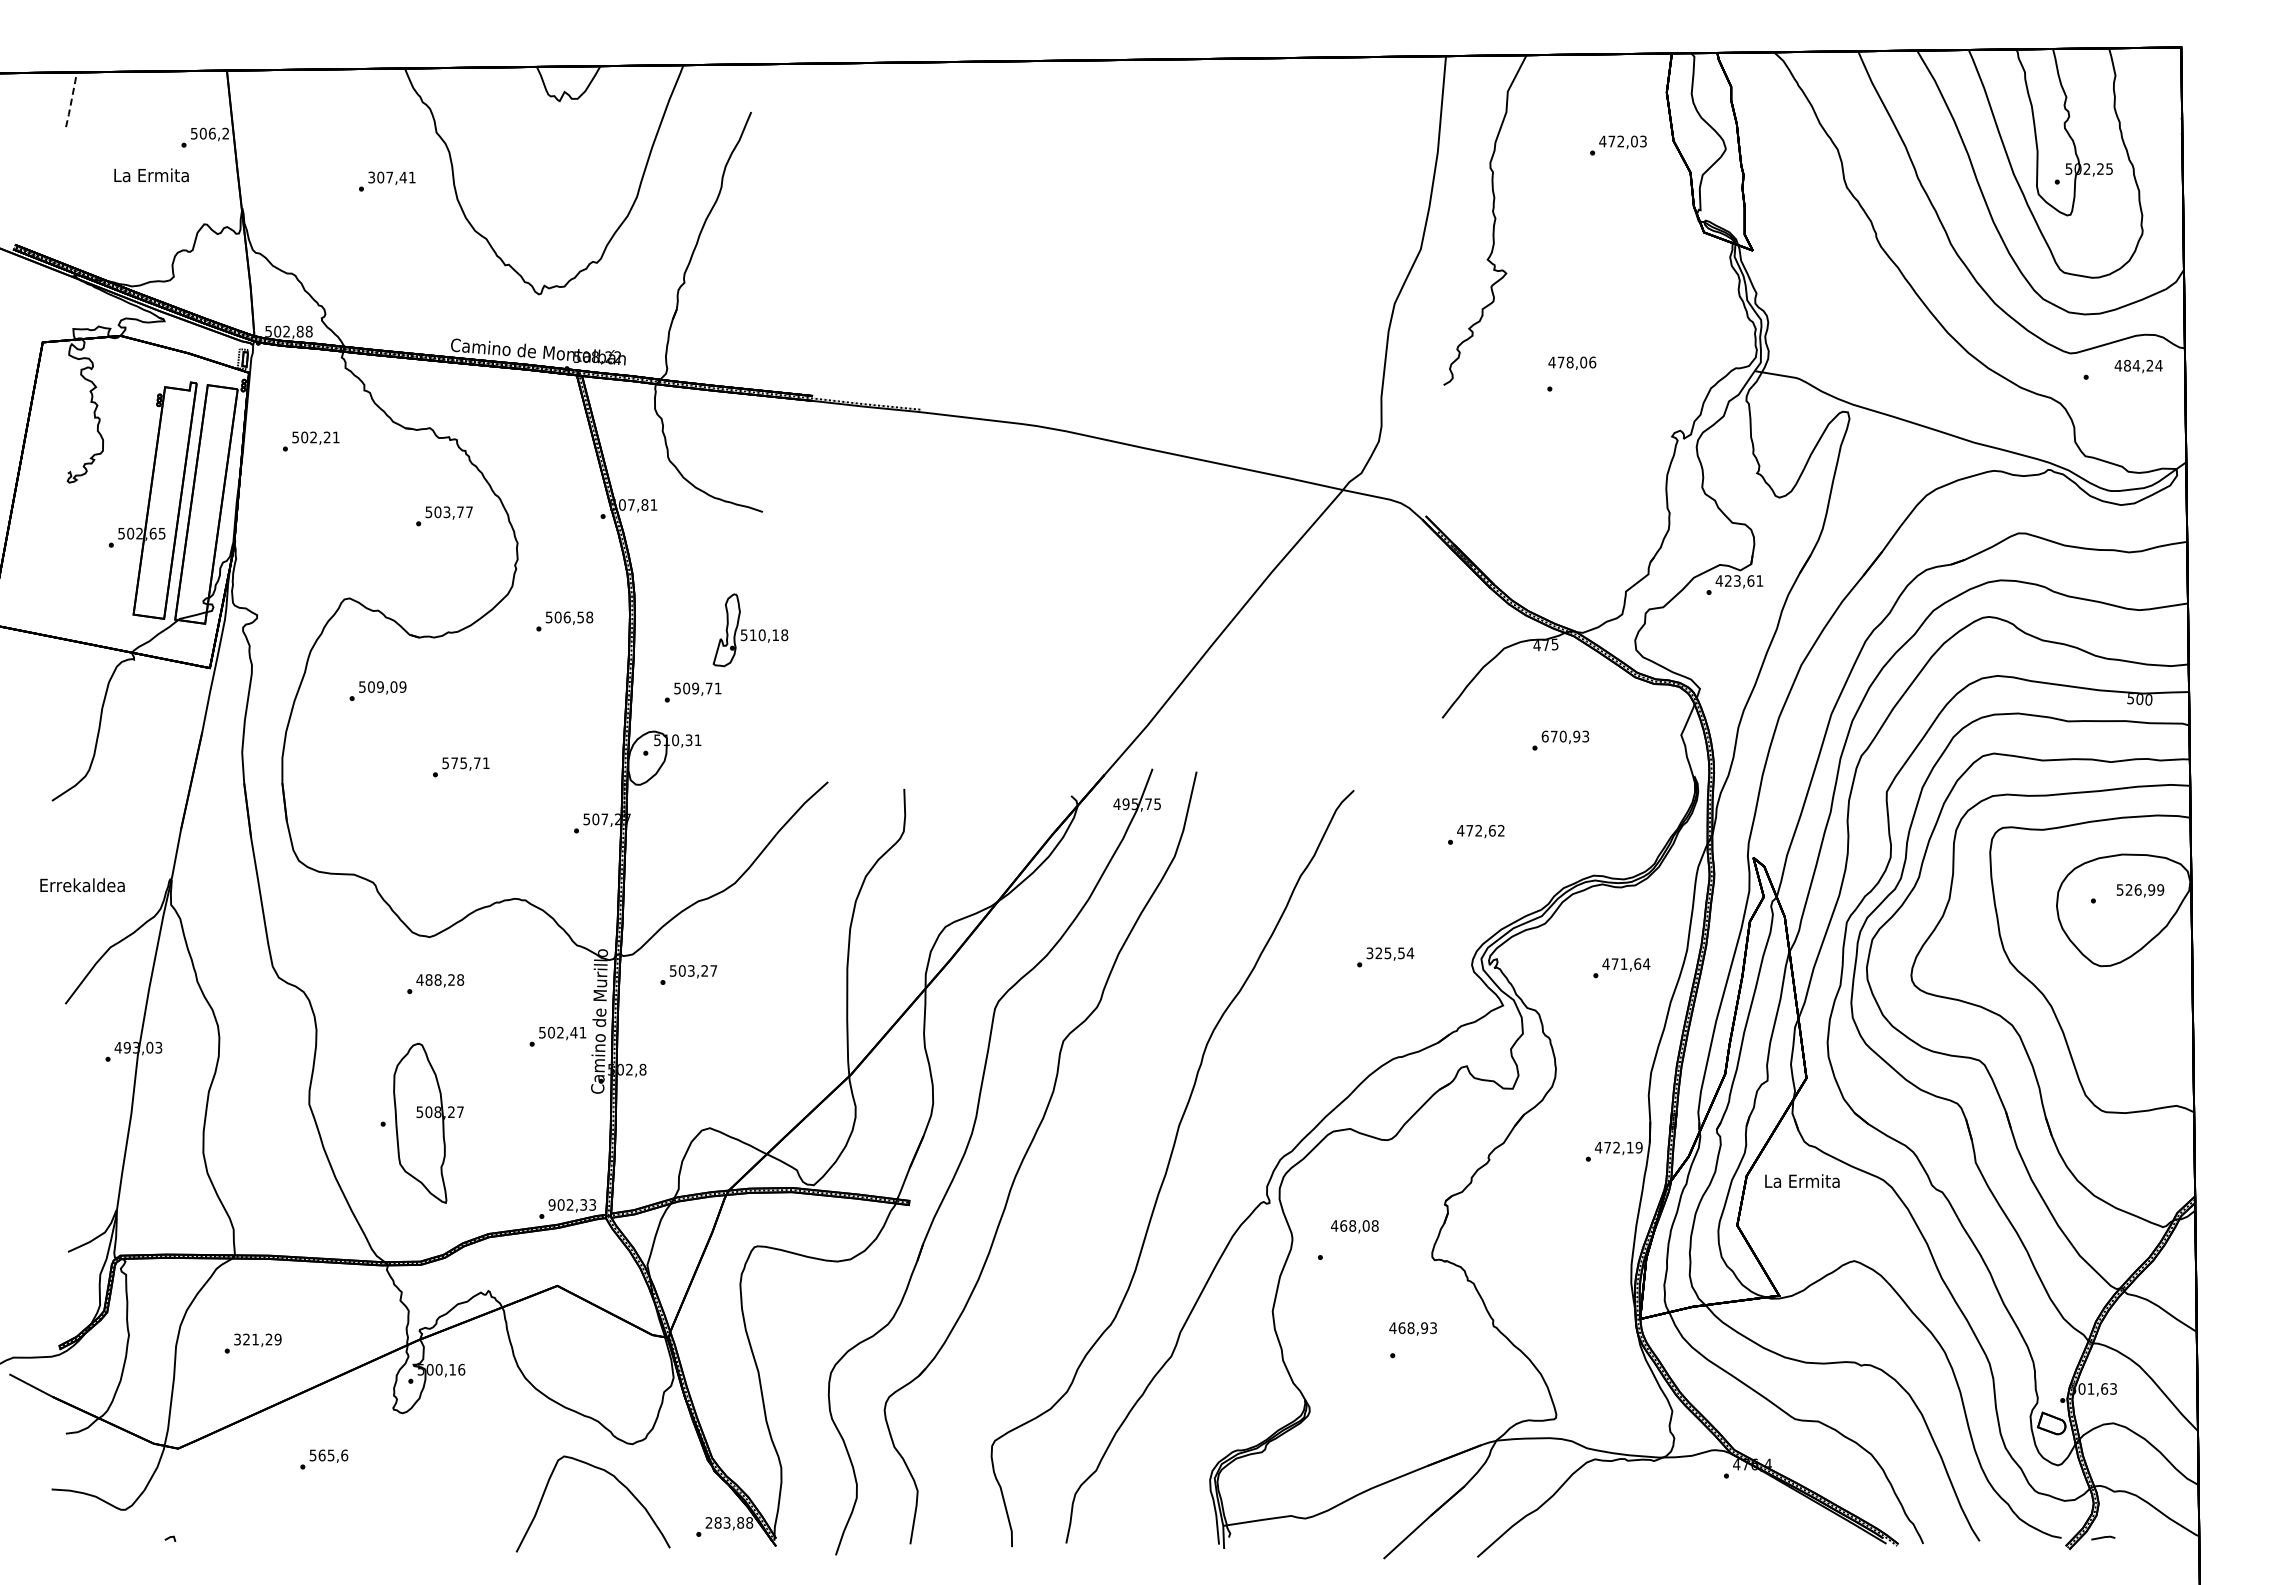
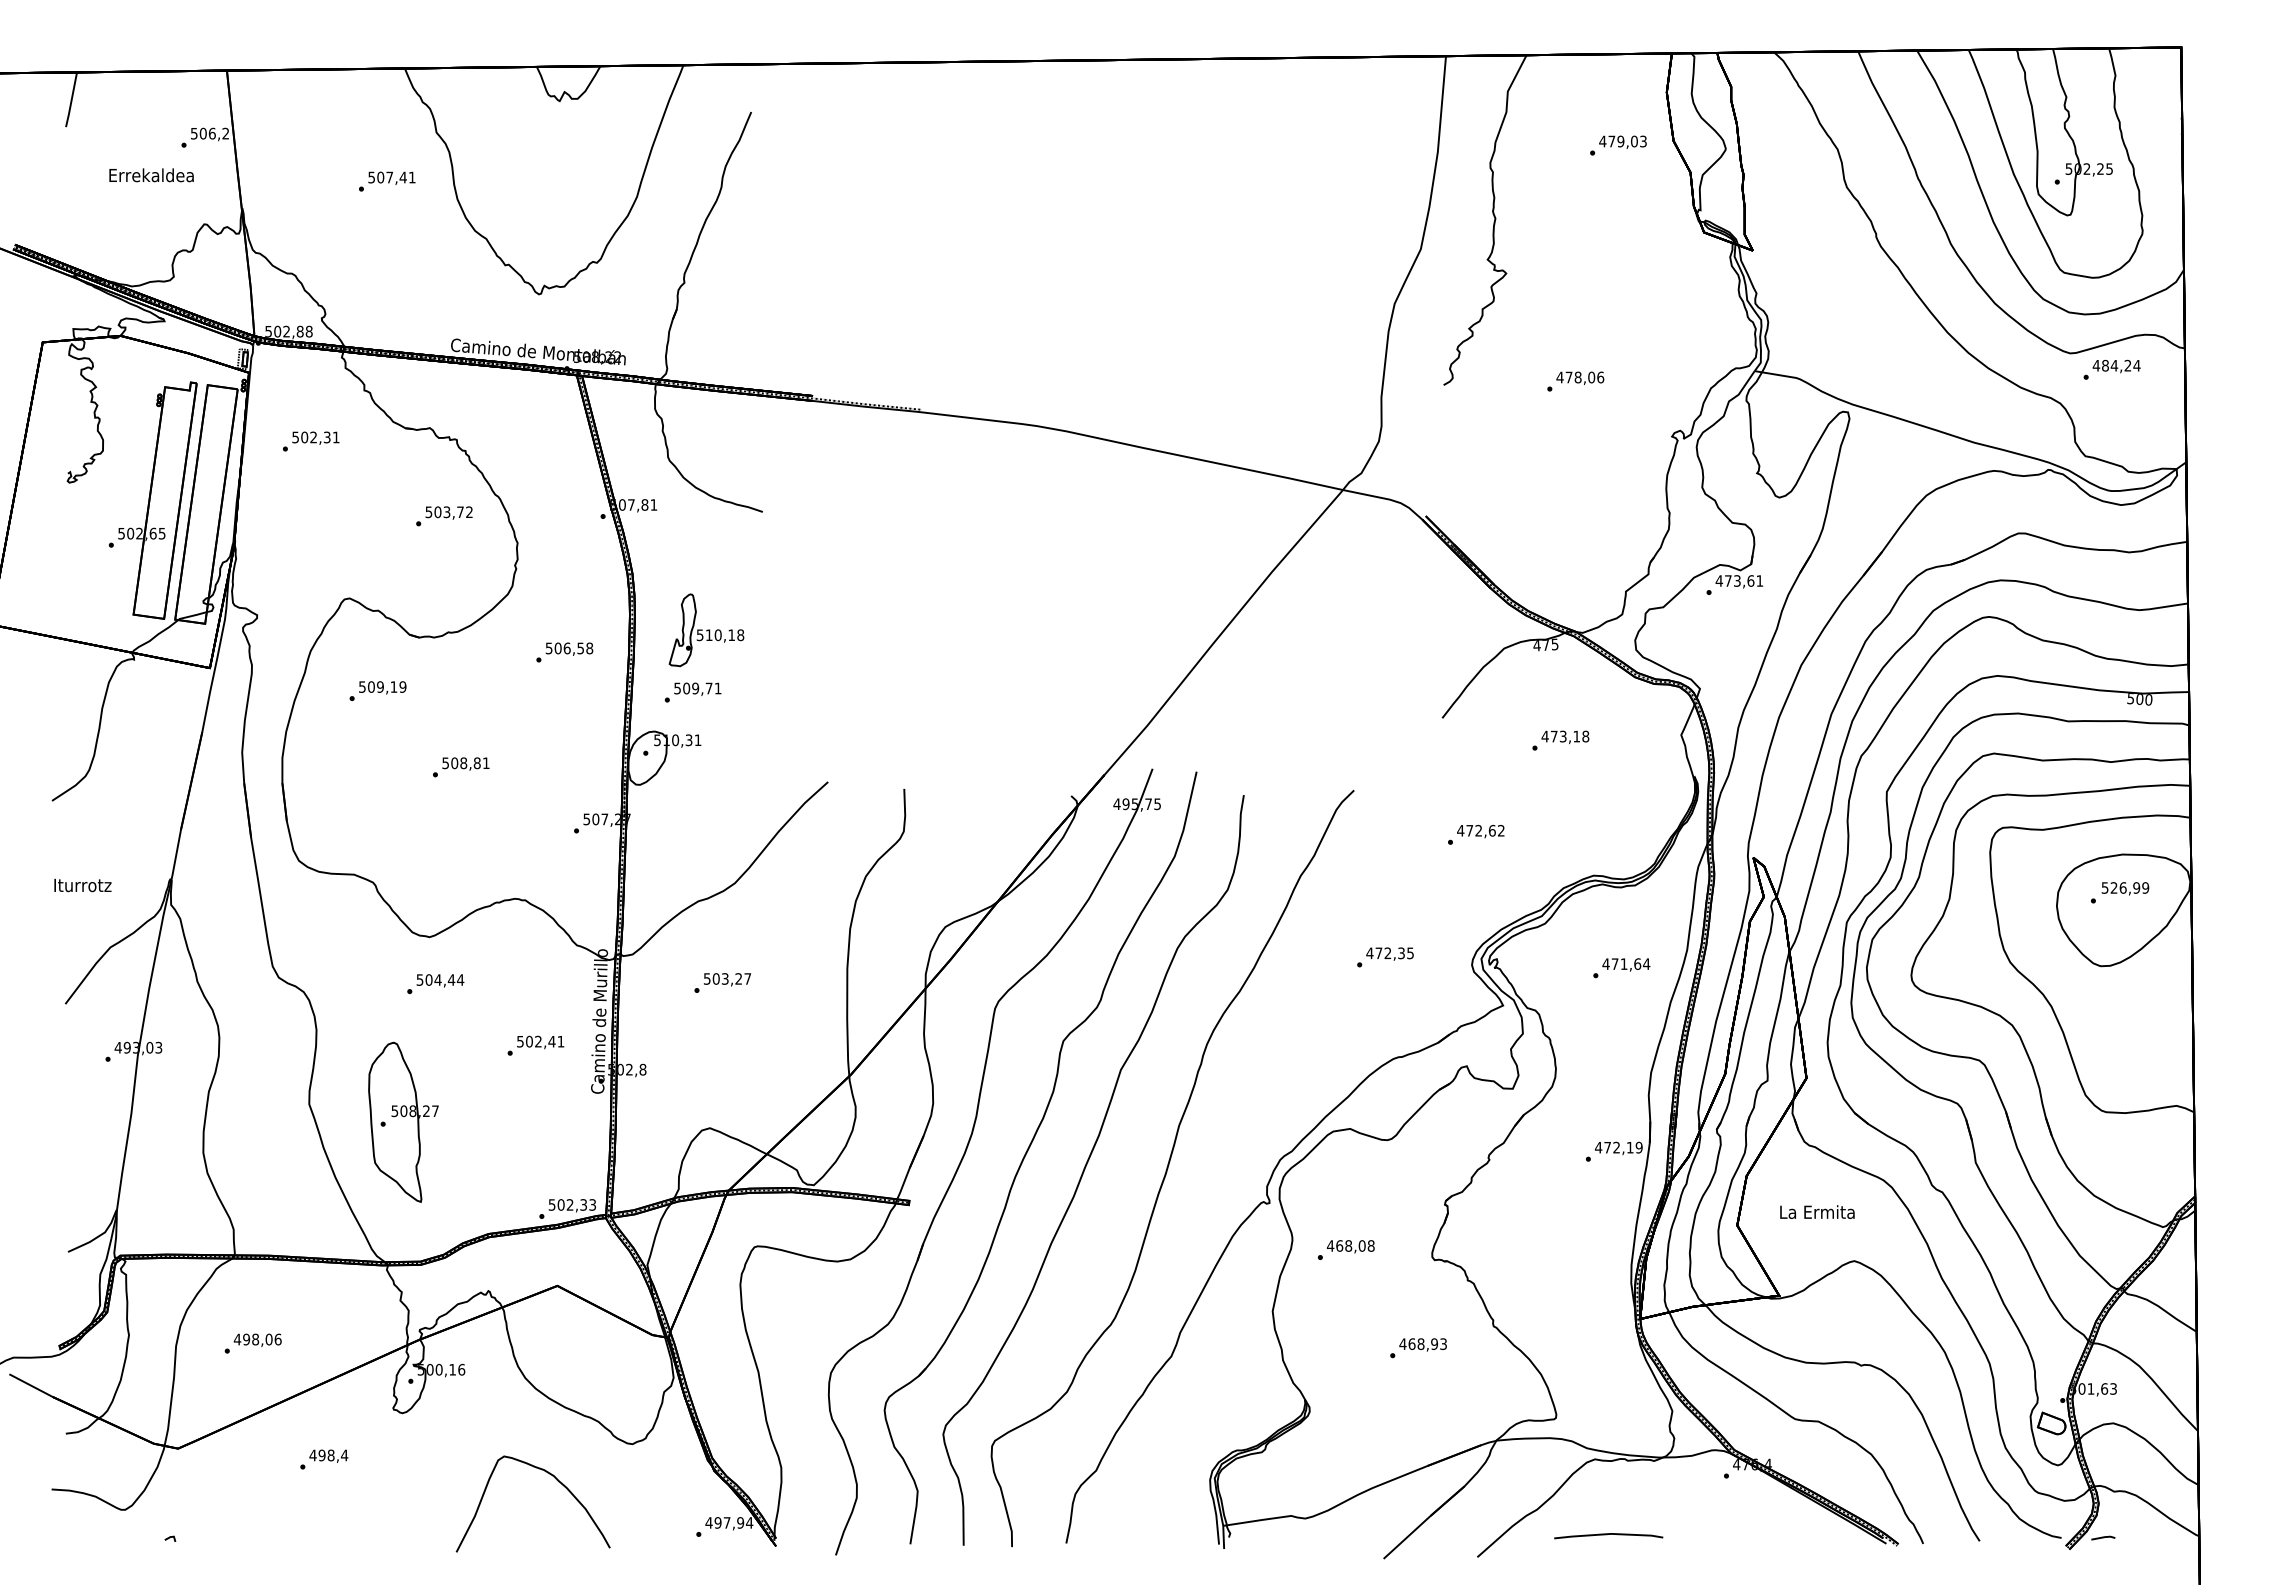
line at (71, 99): dashed -> solid
text at (1620, 141): 472,03 -> 479,03
text at (151, 175): La Ermita -> Errekaldea
text at (371, 176): 307,41 -> 507,41
text at (1572, 362) position: (1572, 362) -> (1580, 377)
text at (2138, 366) position: (2138, 366) -> (2116, 366)
text at (326, 437): 502,21 -> 502,31
text at (469, 511): 503,77 -> 503,72
text at (1728, 580): 423,61 -> 473,61
text at (564, 621) position: (564, 621) -> (564, 652)
part at (750, 630) position: (750, 630) -> (706, 630)
text at (393, 686): 509,09 -> 509,19
text at (1565, 736): 670,93 -> 473,18
text at (465, 763): 575,71 -> 508,81
text at (82, 885): Errekaldea -> Iturrotz
text at (2140, 890) position: (2140, 890) -> (2125, 888)
text at (1390, 953): 325,54 -> 472,35
text at (688, 974) position: (688, 974) -> (722, 982)
text at (440, 979): 488,28 -> 504,44
text at (557, 1036) position: (557, 1036) -> (535, 1045)
part at (428, 1122) position: (428, 1122) -> (403, 1121)
curve at (1086, 1167): none -> present
text at (1802, 1180) position: (1802, 1180) -> (1817, 1211)
text at (551, 1204): 902,33 -> 502,33
text at (1354, 1226) position: (1354, 1226) -> (1350, 1246)
text at (1412, 1328) position: (1412, 1328) -> (1422, 1344)
text at (257, 1339): 321,29 -> 498,06
text at (328, 1455): 565,6 -> 498,4
curve at (615, 1479) position: (615, 1479) -> (555, 1479)
text at (729, 1522): 283,88 -> 497,94
line at (1607, 1535): none -> present
